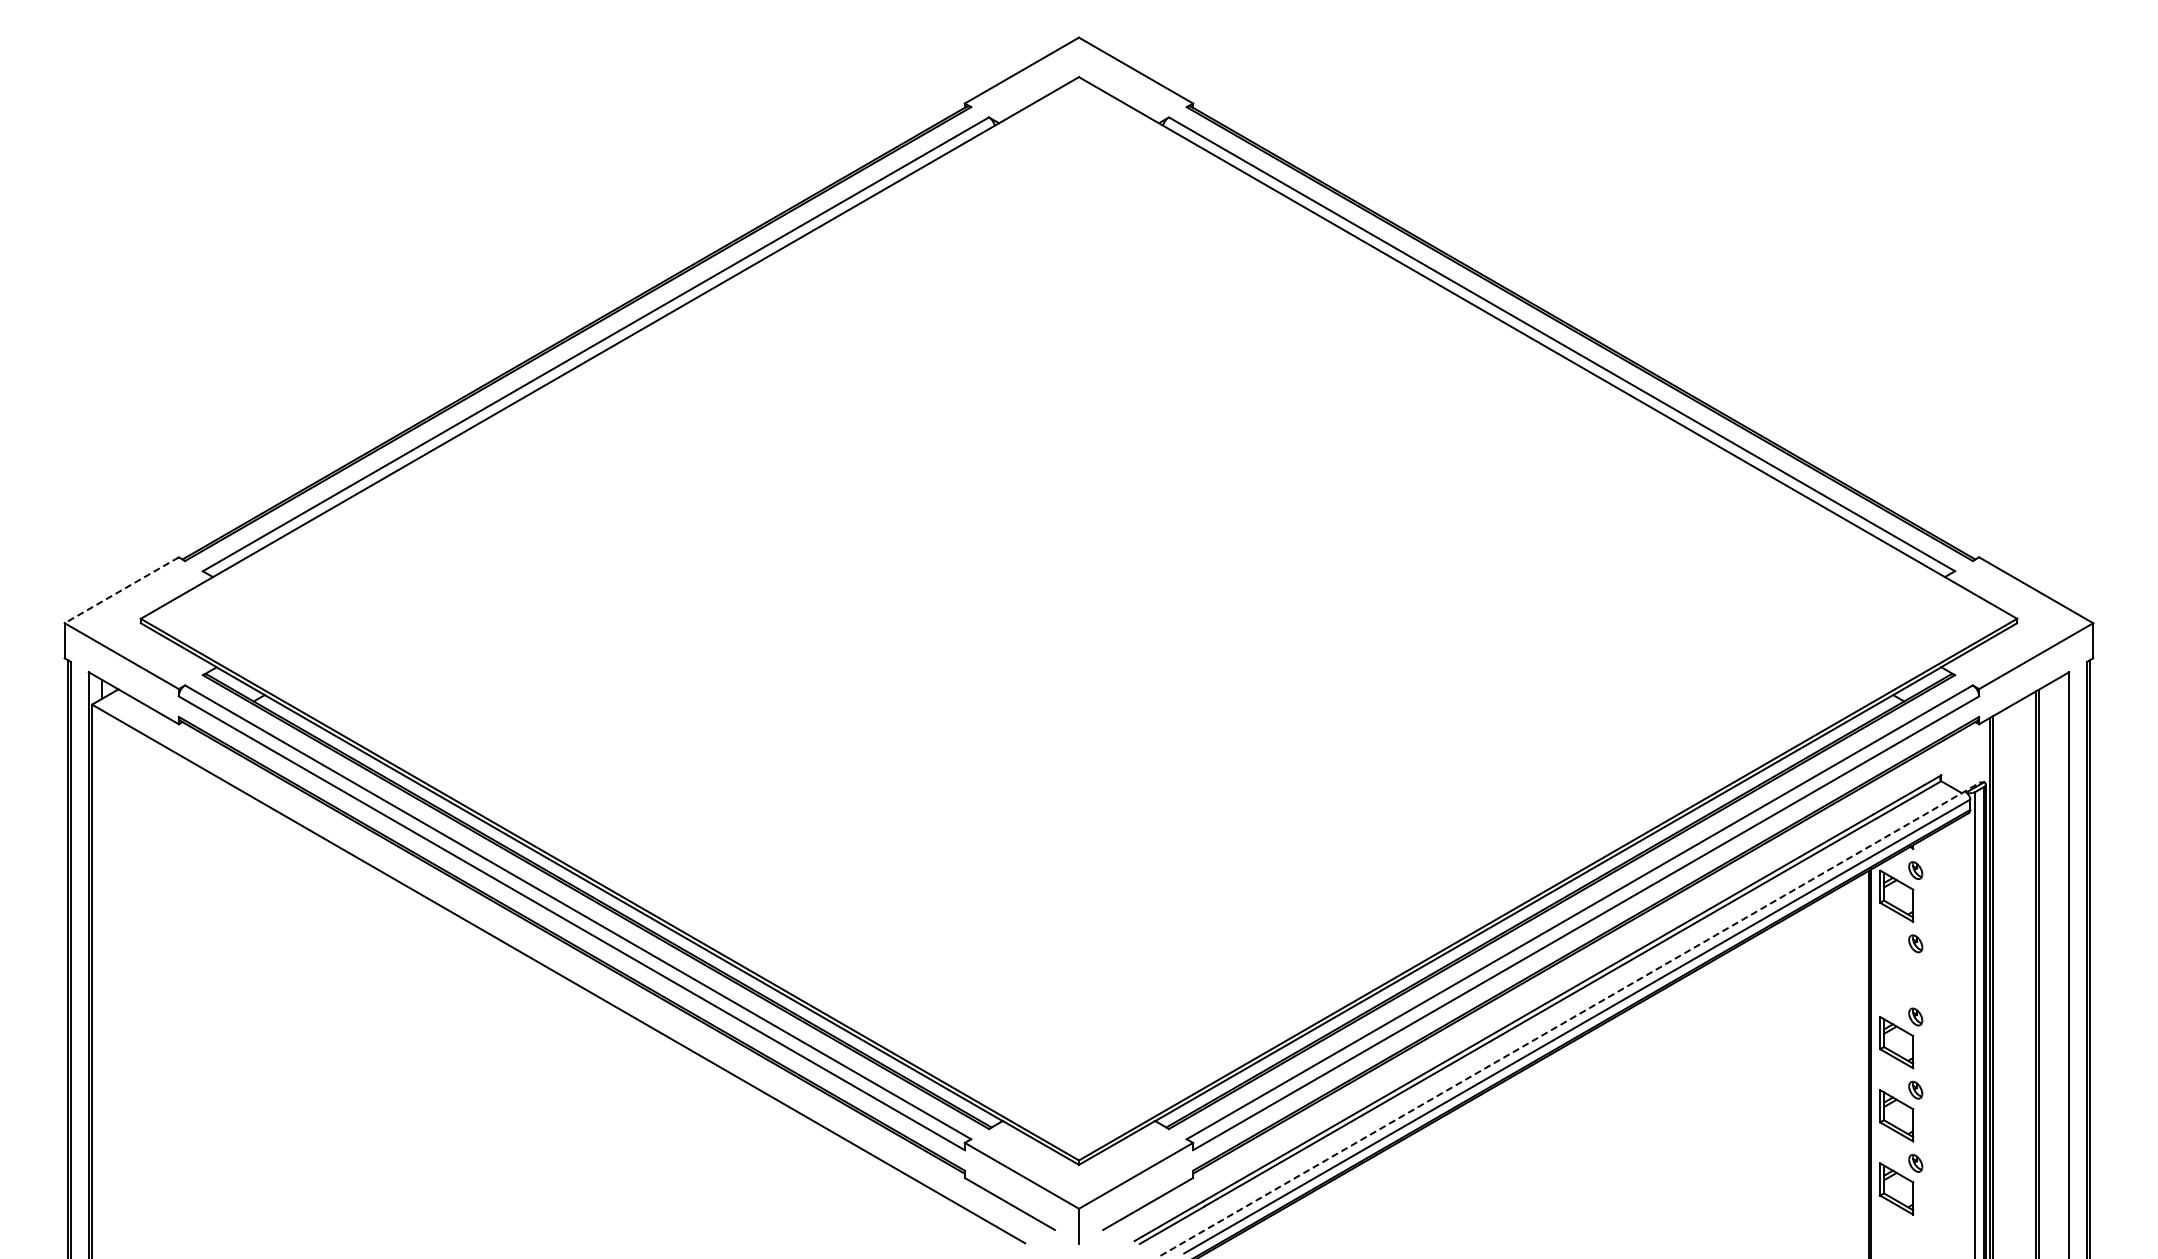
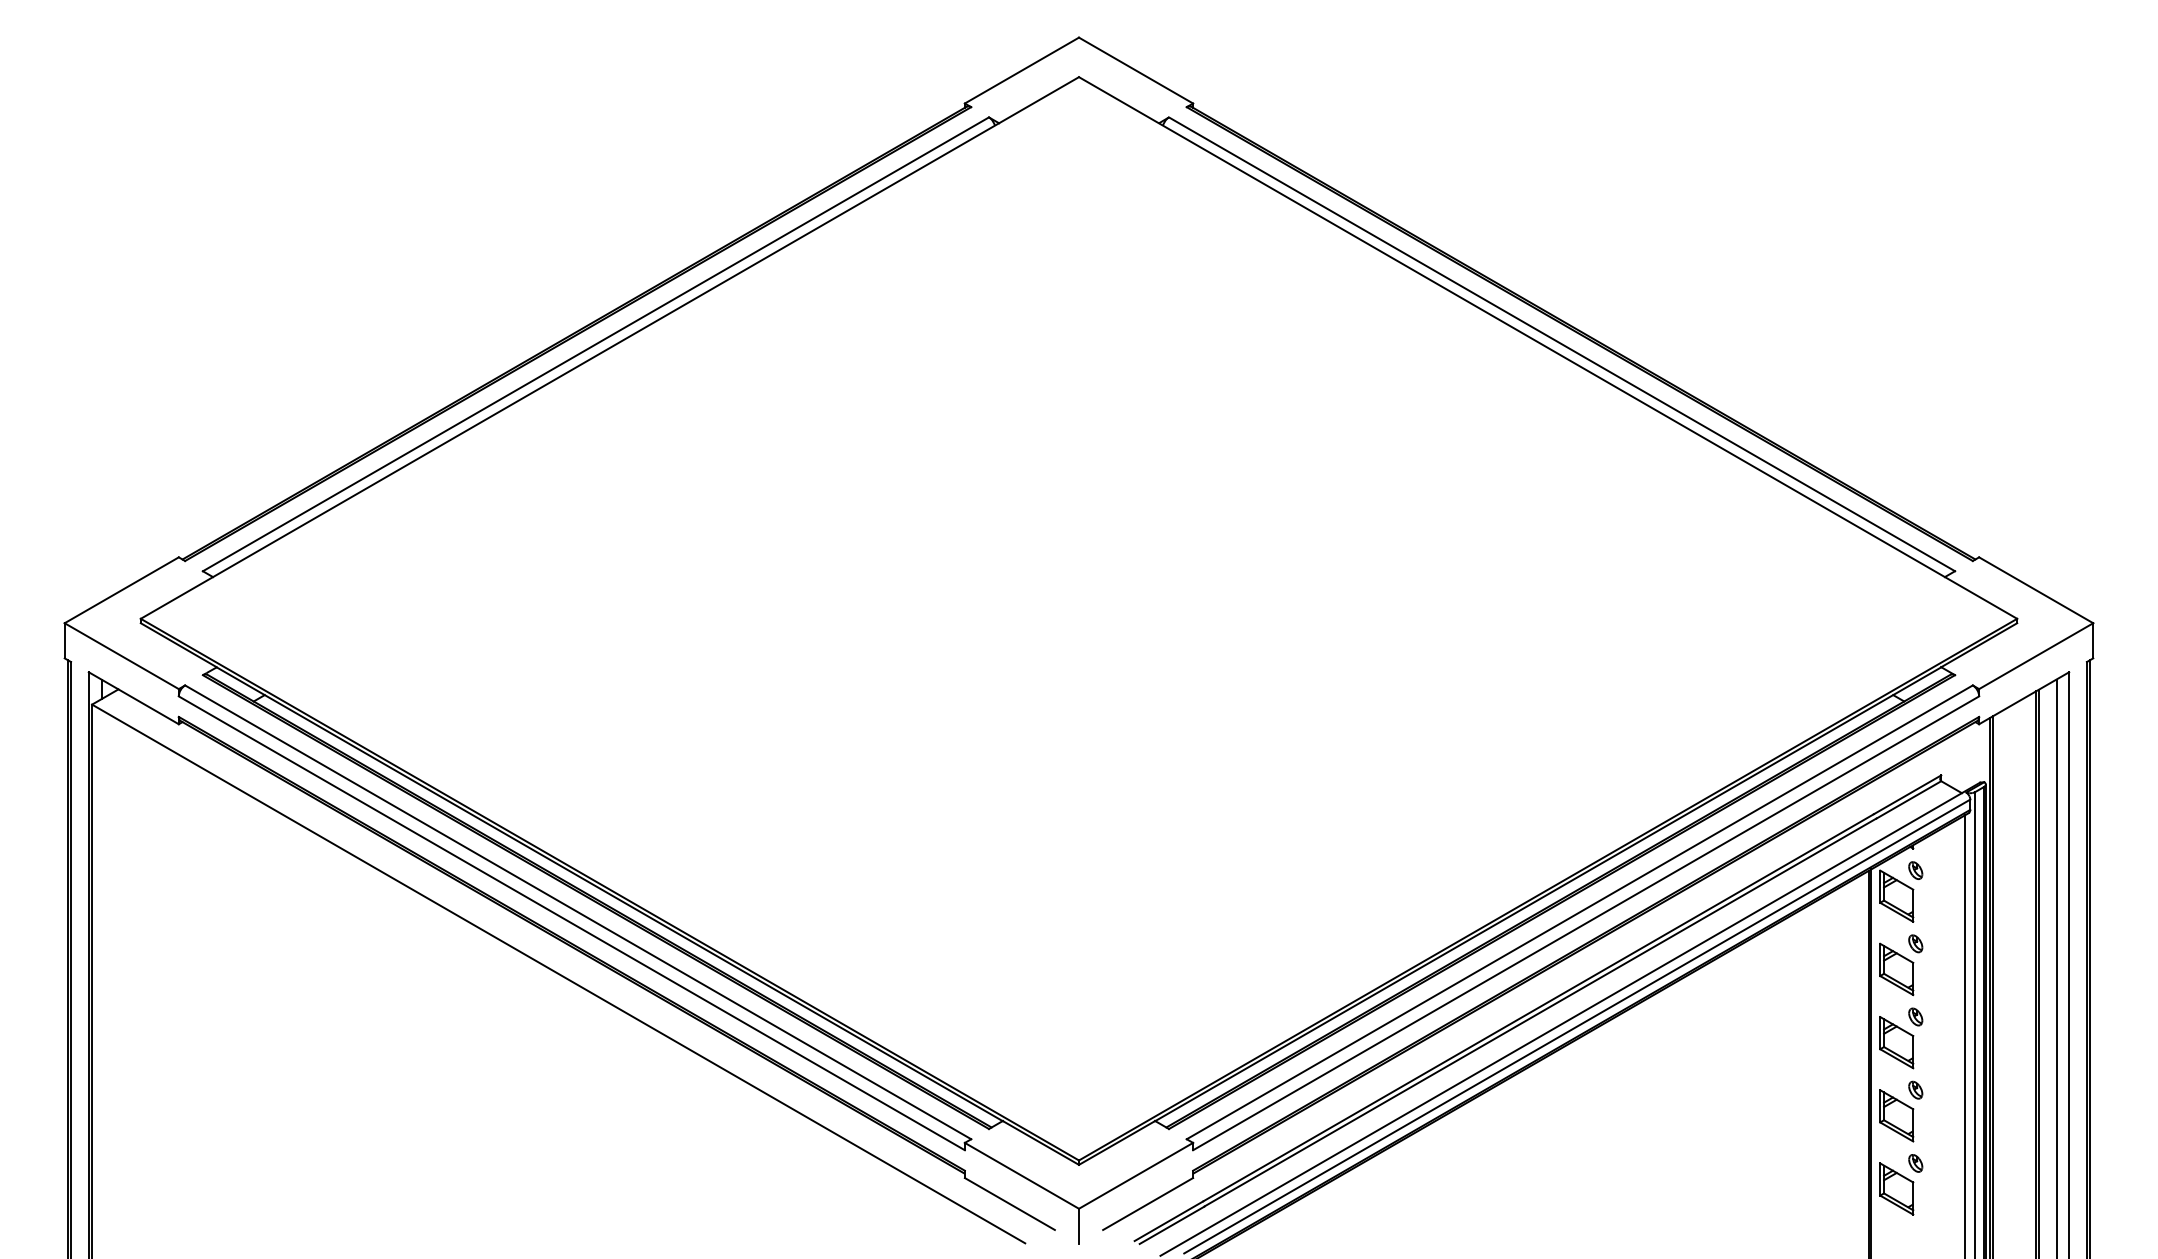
line at (121, 590): dashed -> solid
line at (2056, 967): none -> present
part at (1896, 969): none -> present
line at (1570, 1018): dashed -> solid
line at (1965, 1035): none -> present
